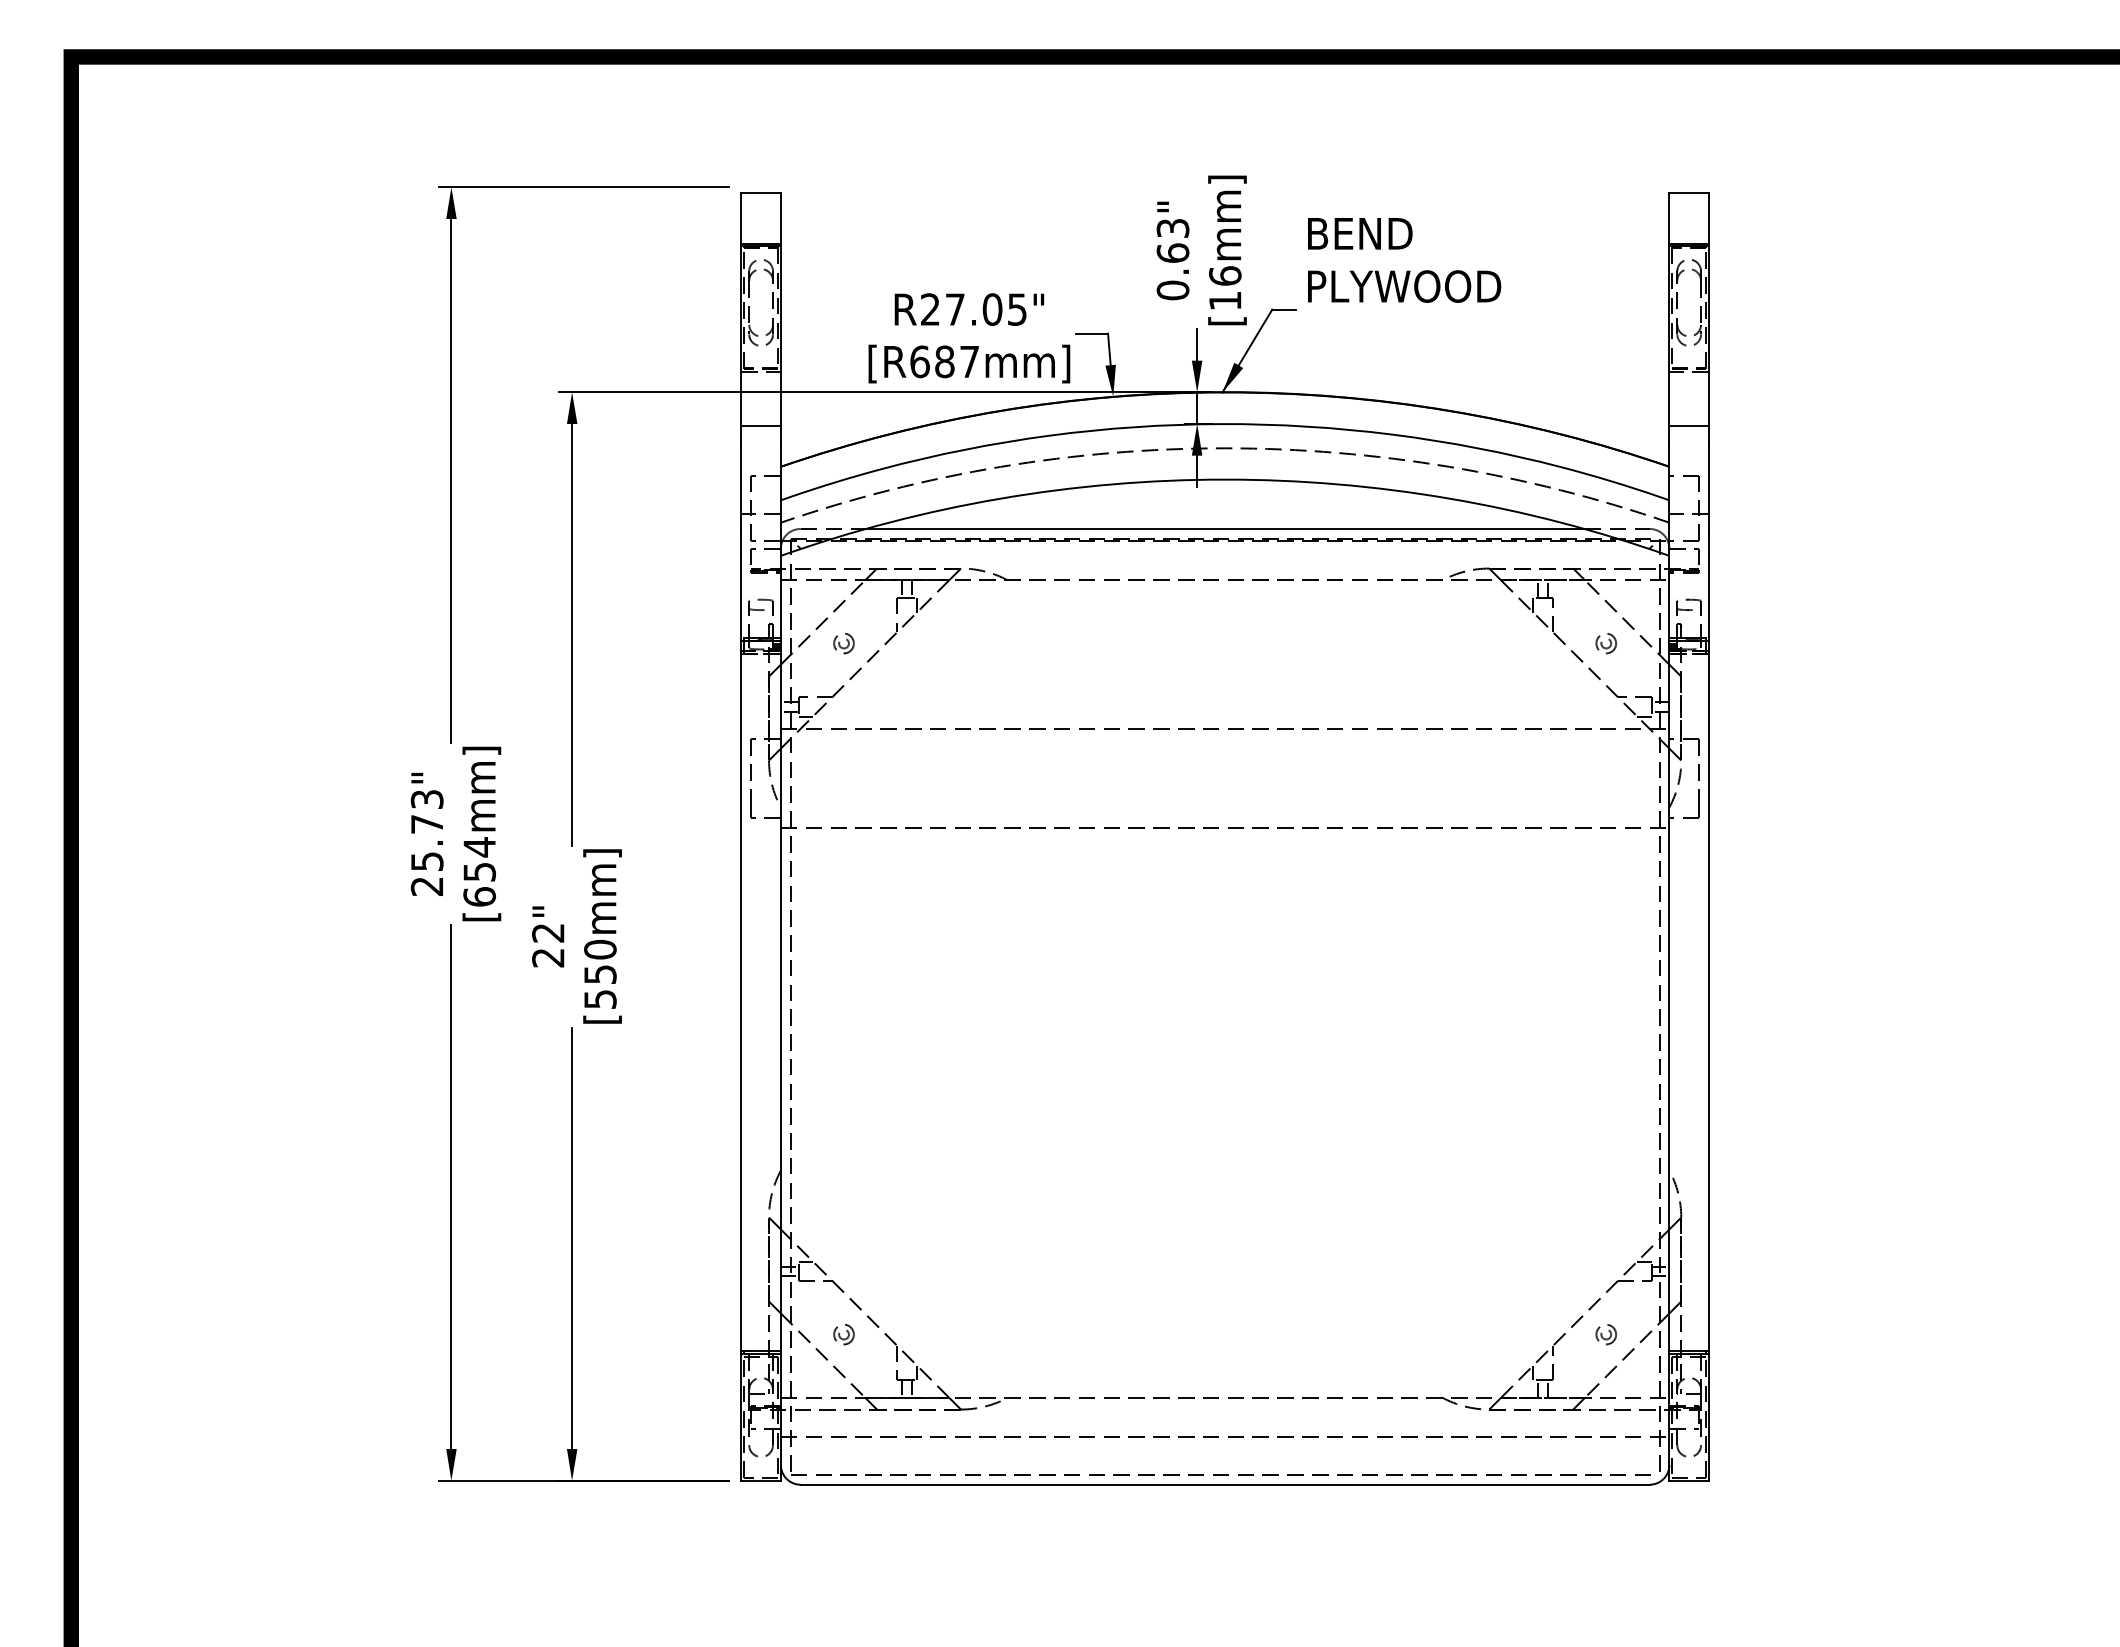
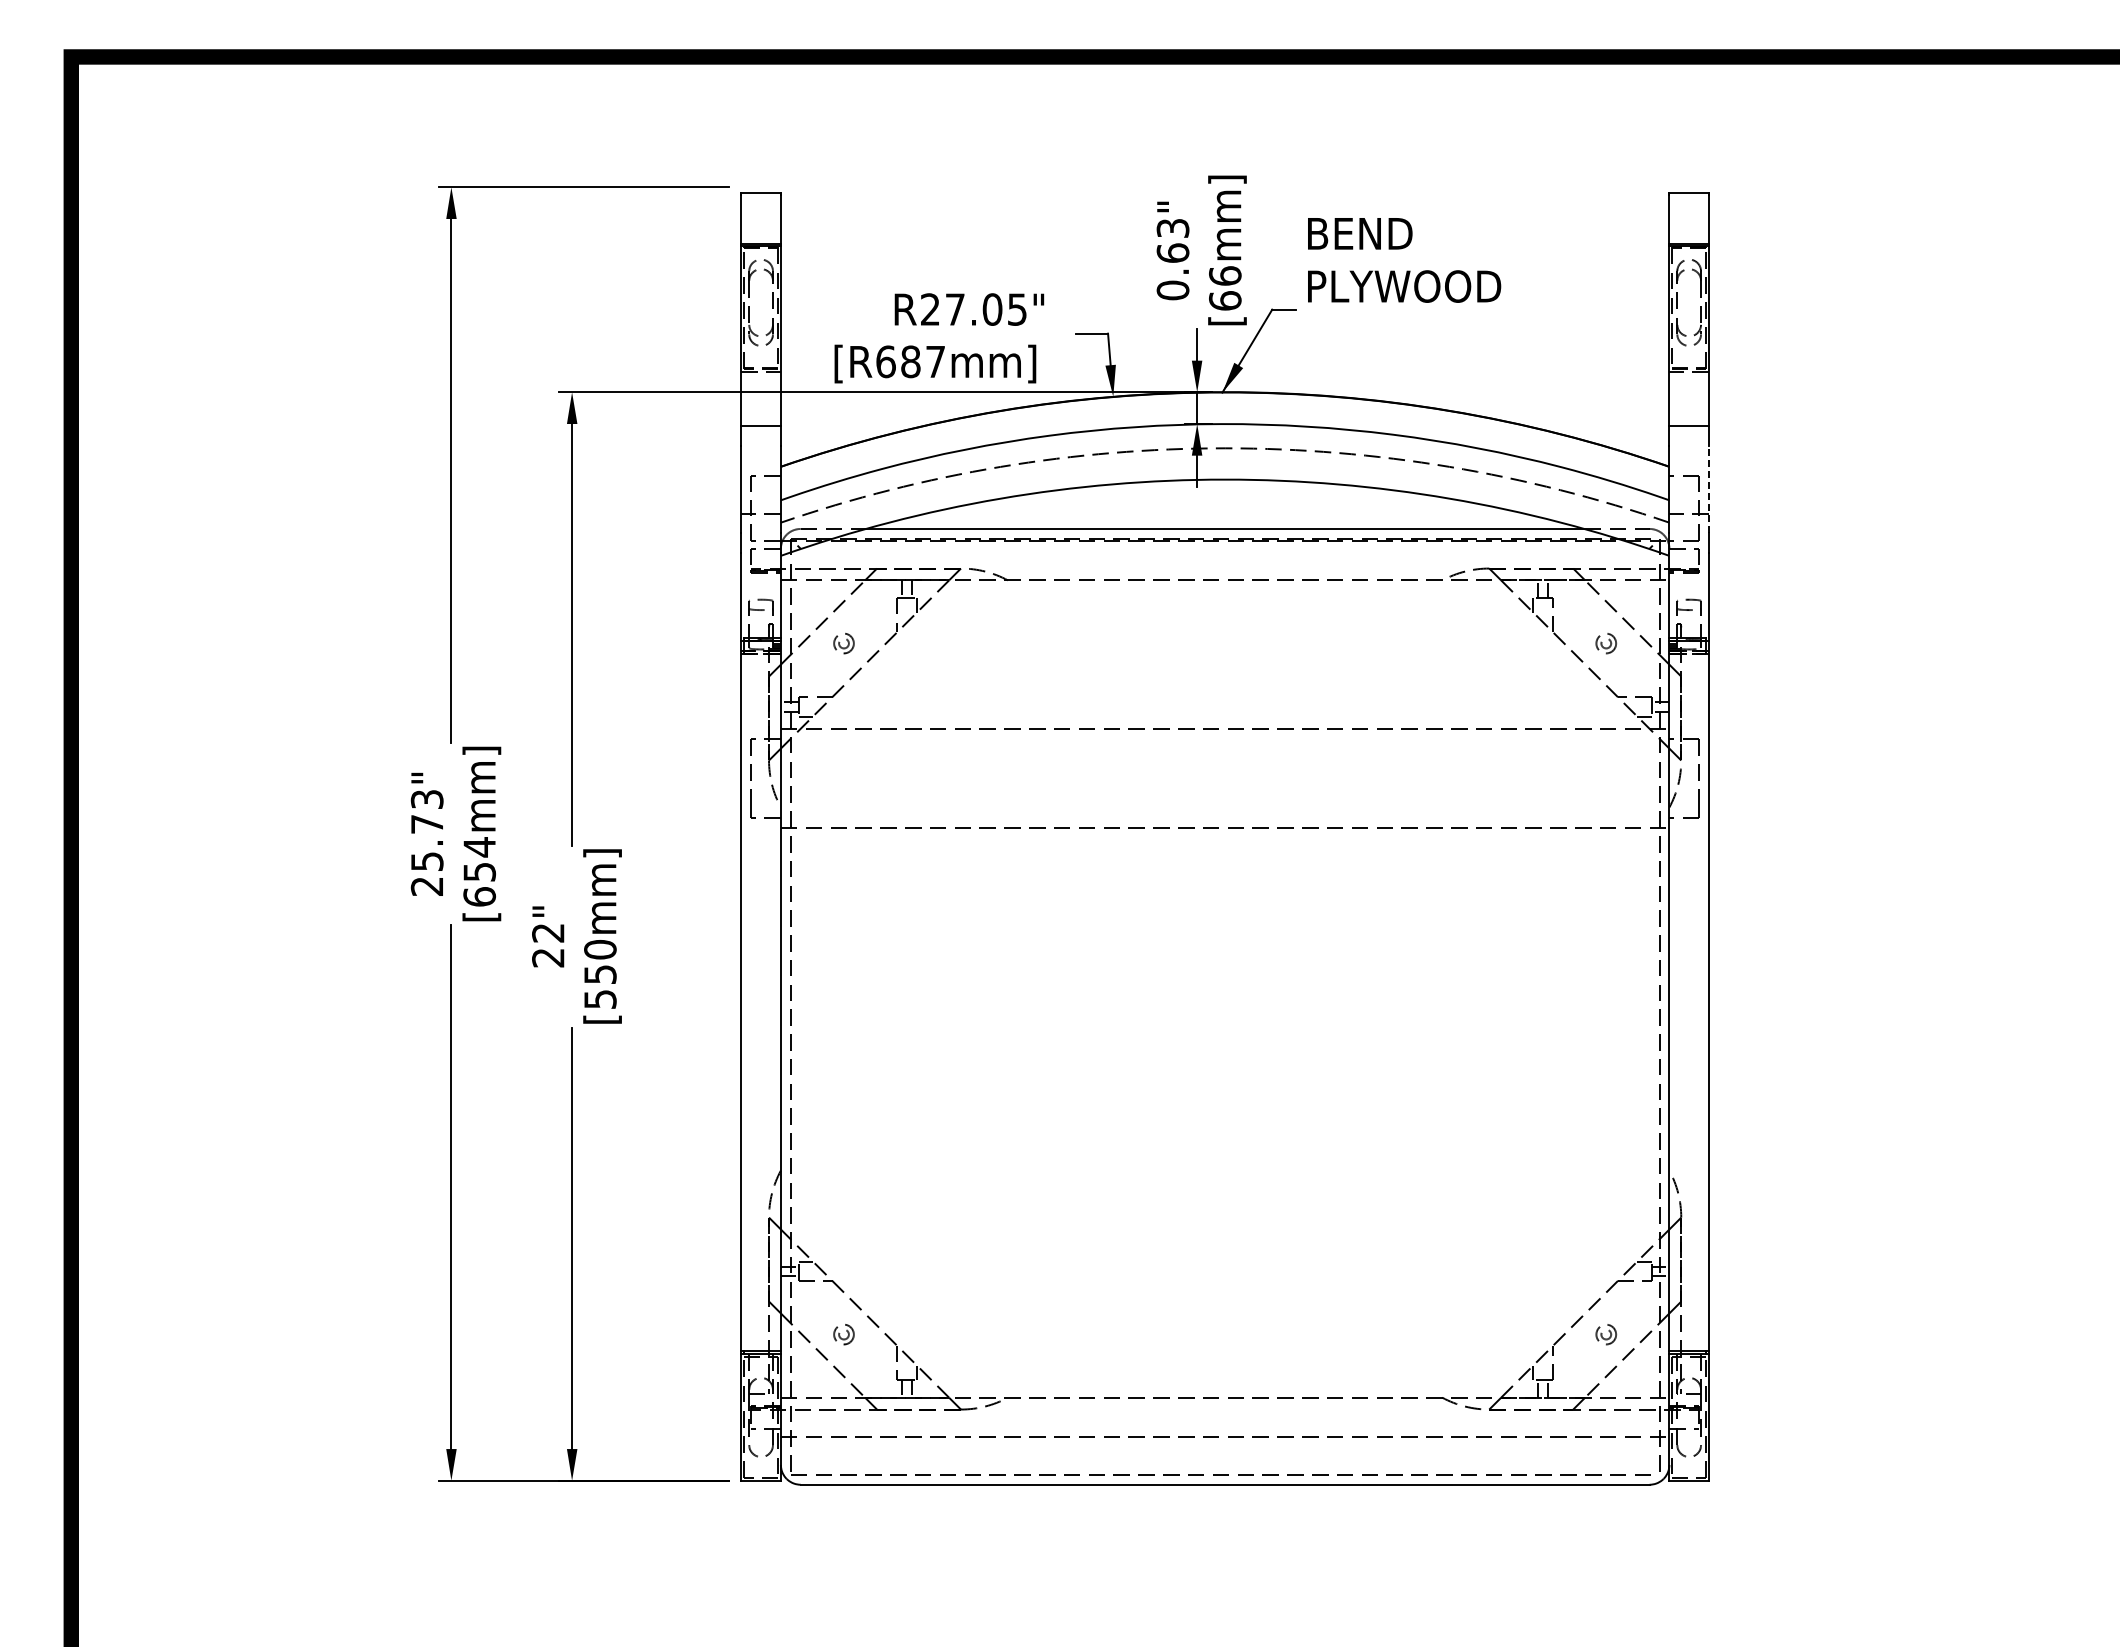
text at (1225, 300): [16mm] -> [66mm]
text at (969, 363) position: (969, 363) -> (935, 363)
line at (1708, 489): solid -> dashed
